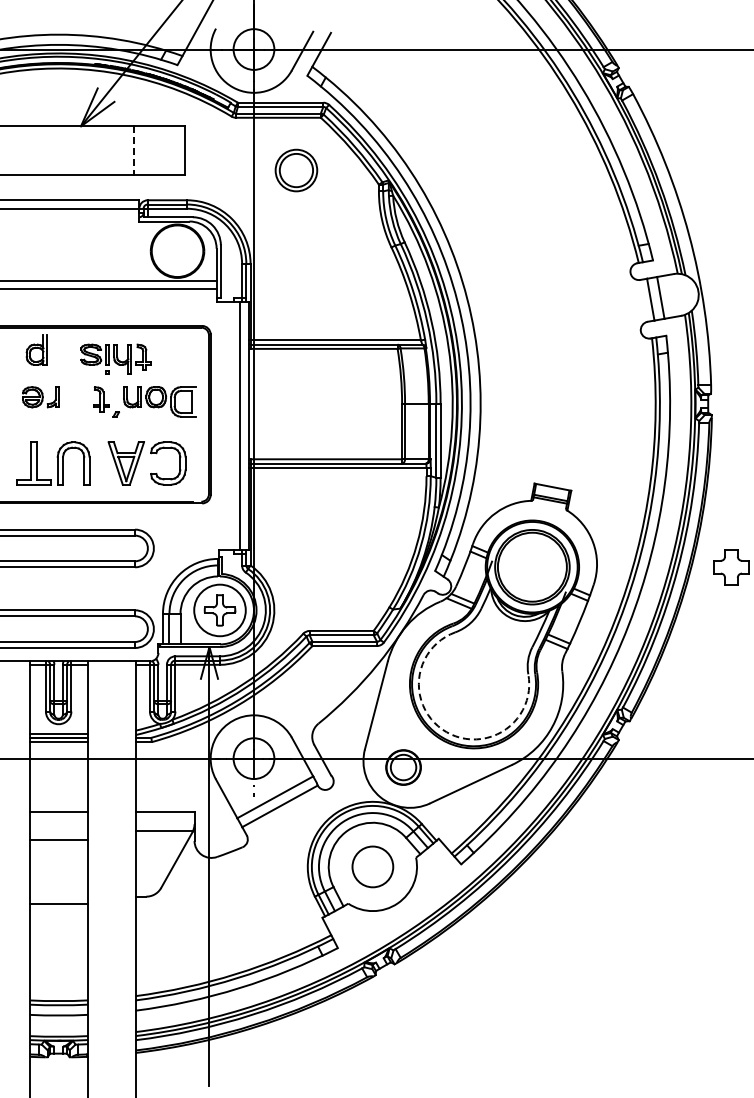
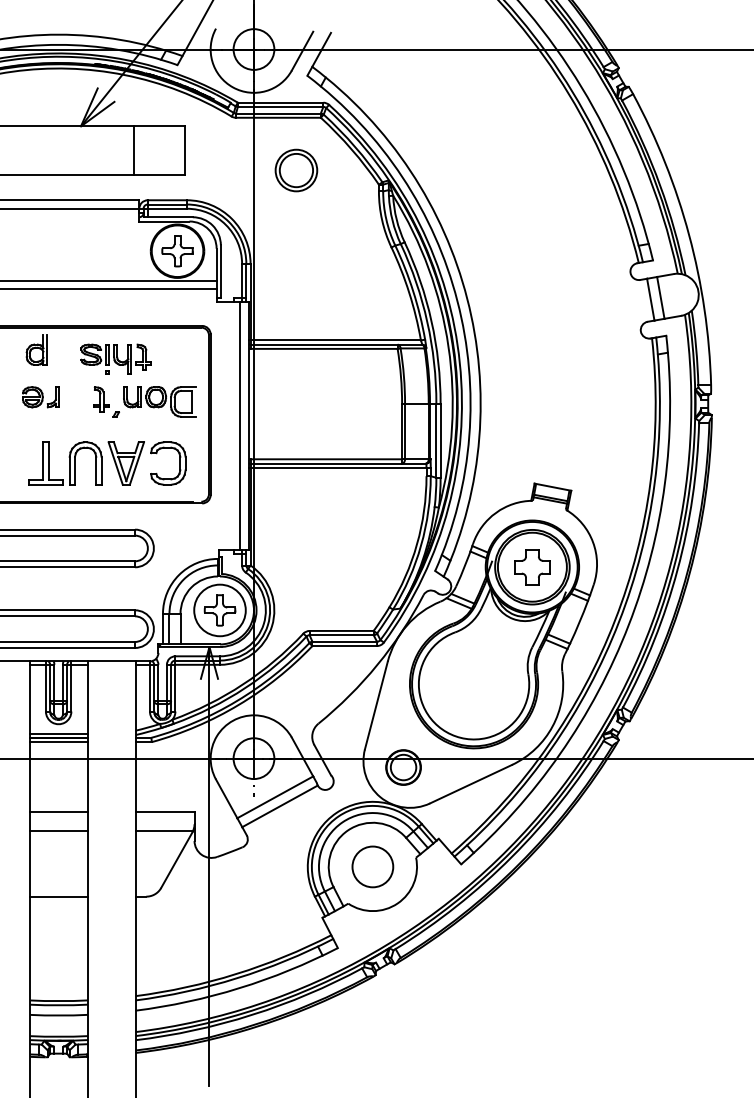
line at (133, 151): dashed -> solid
part at (177, 251): none -> present
part at (53, 463) position: (53, 463) -> (65, 463)
part at (731, 567) position: (731, 567) -> (532, 567)
arc at (446, 732): dashed -> solid
line at (58, 840) position: (58, 840) -> (58, 831)
line at (58, 903) position: (58, 903) -> (58, 896)
